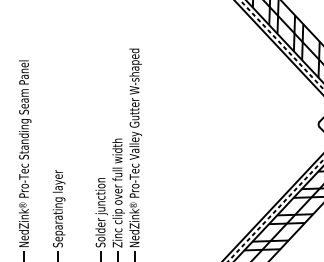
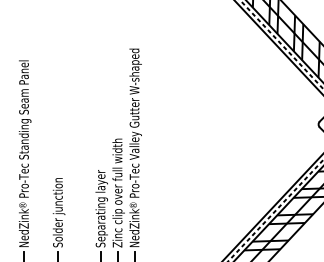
text at (58, 205): Separating layer -> Solder junction
text at (101, 205): Solder junction -> Separating layer
